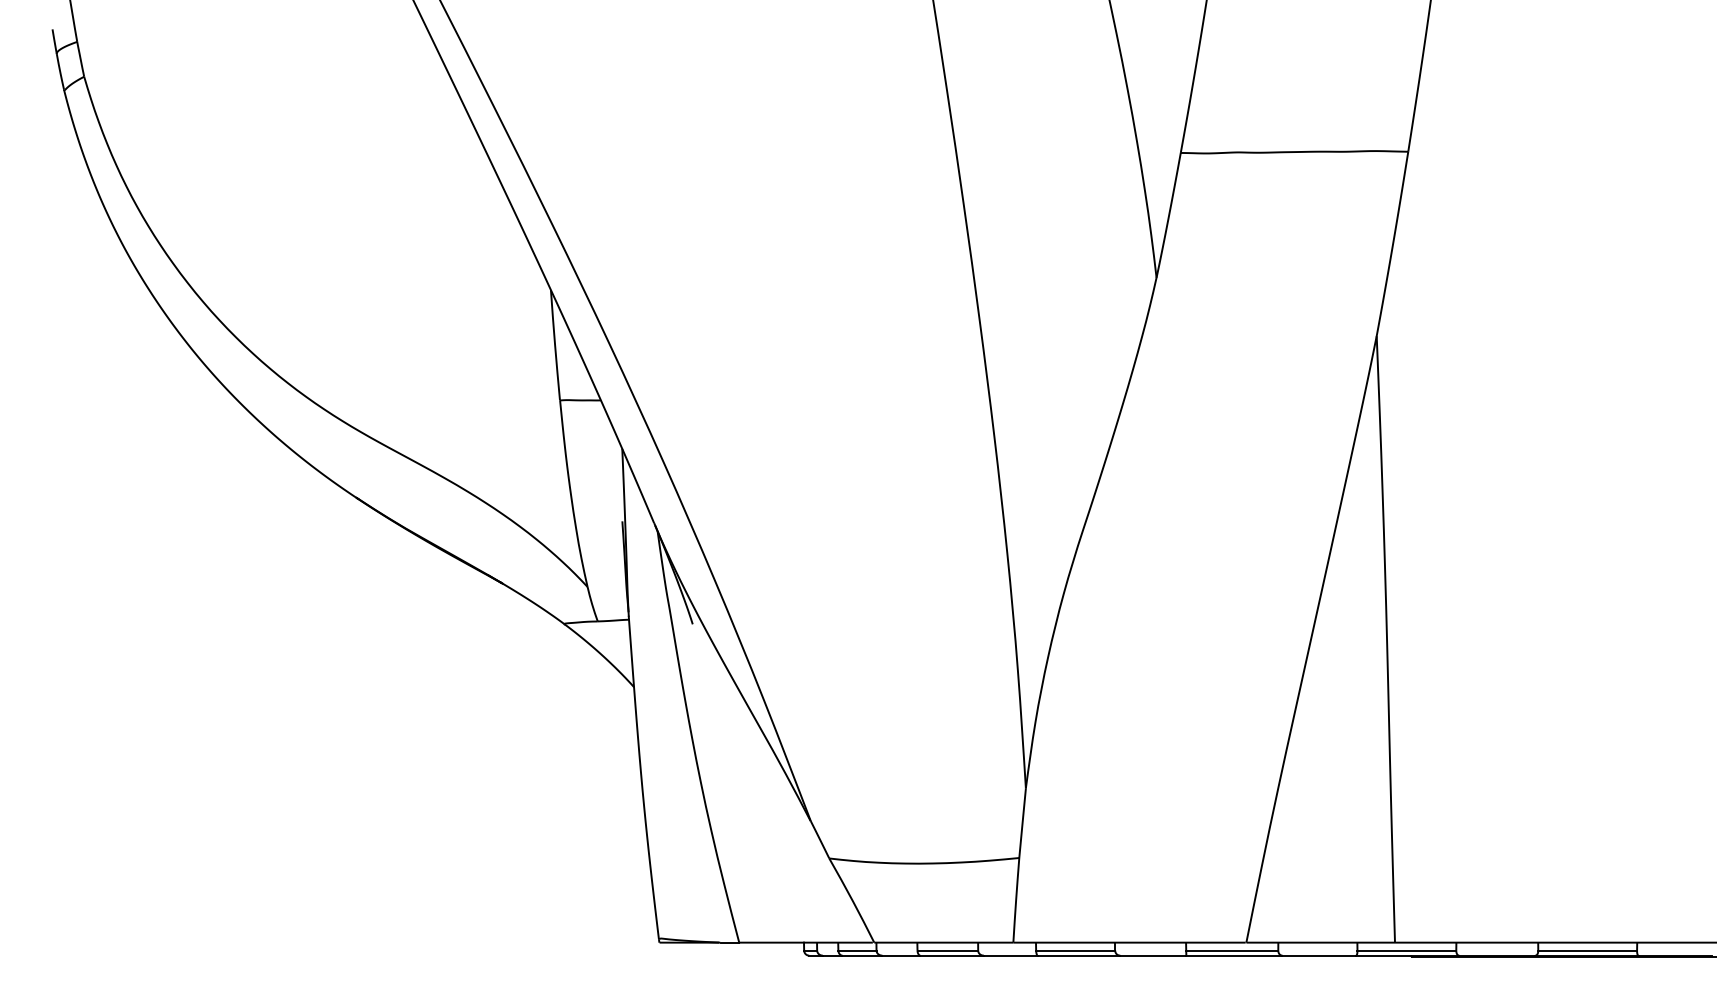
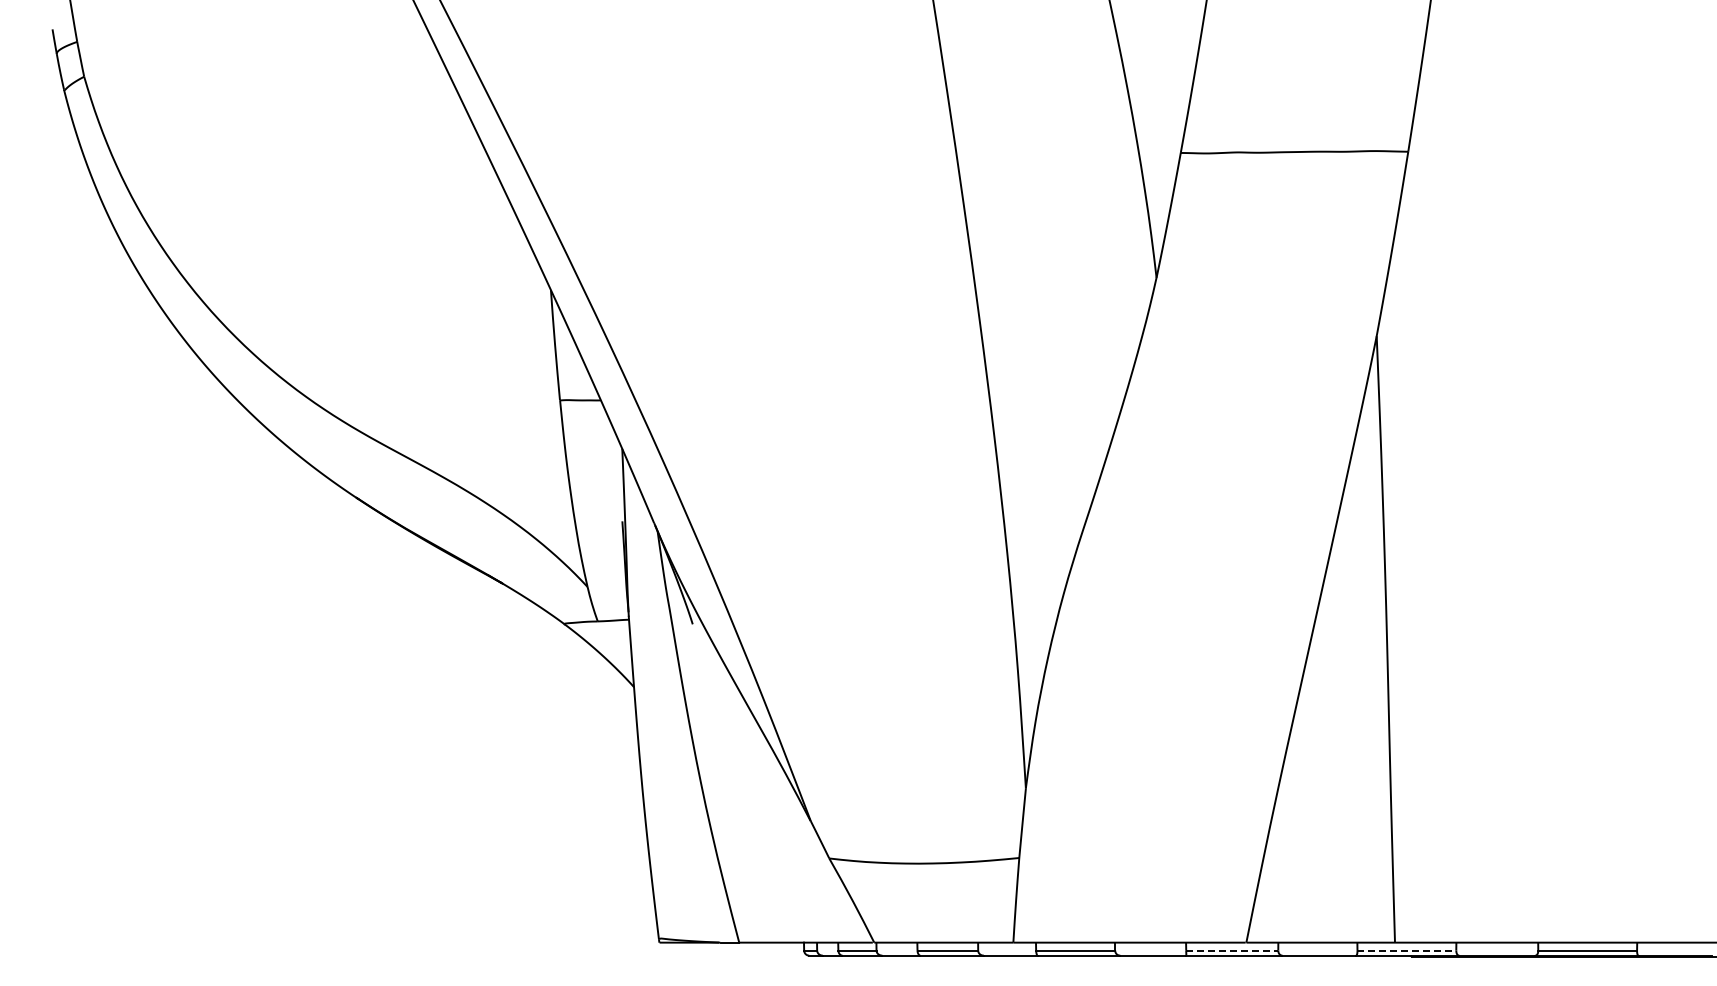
line at (1232, 950): solid -> dashed
line at (1407, 950): solid -> dashed
